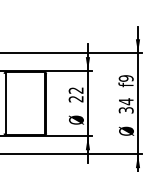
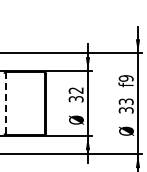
text at (76, 99): 22 -> 32
text at (125, 101): 34 -> 33
line at (6, 104): solid -> dashed
